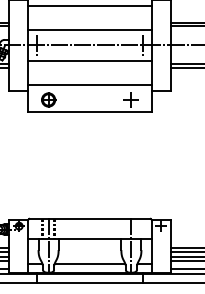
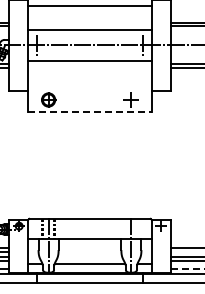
line at (89, 84): present -> none
line at (90, 112): solid -> dashed
line at (186, 251): present -> none
line at (188, 268): solid -> dashed
